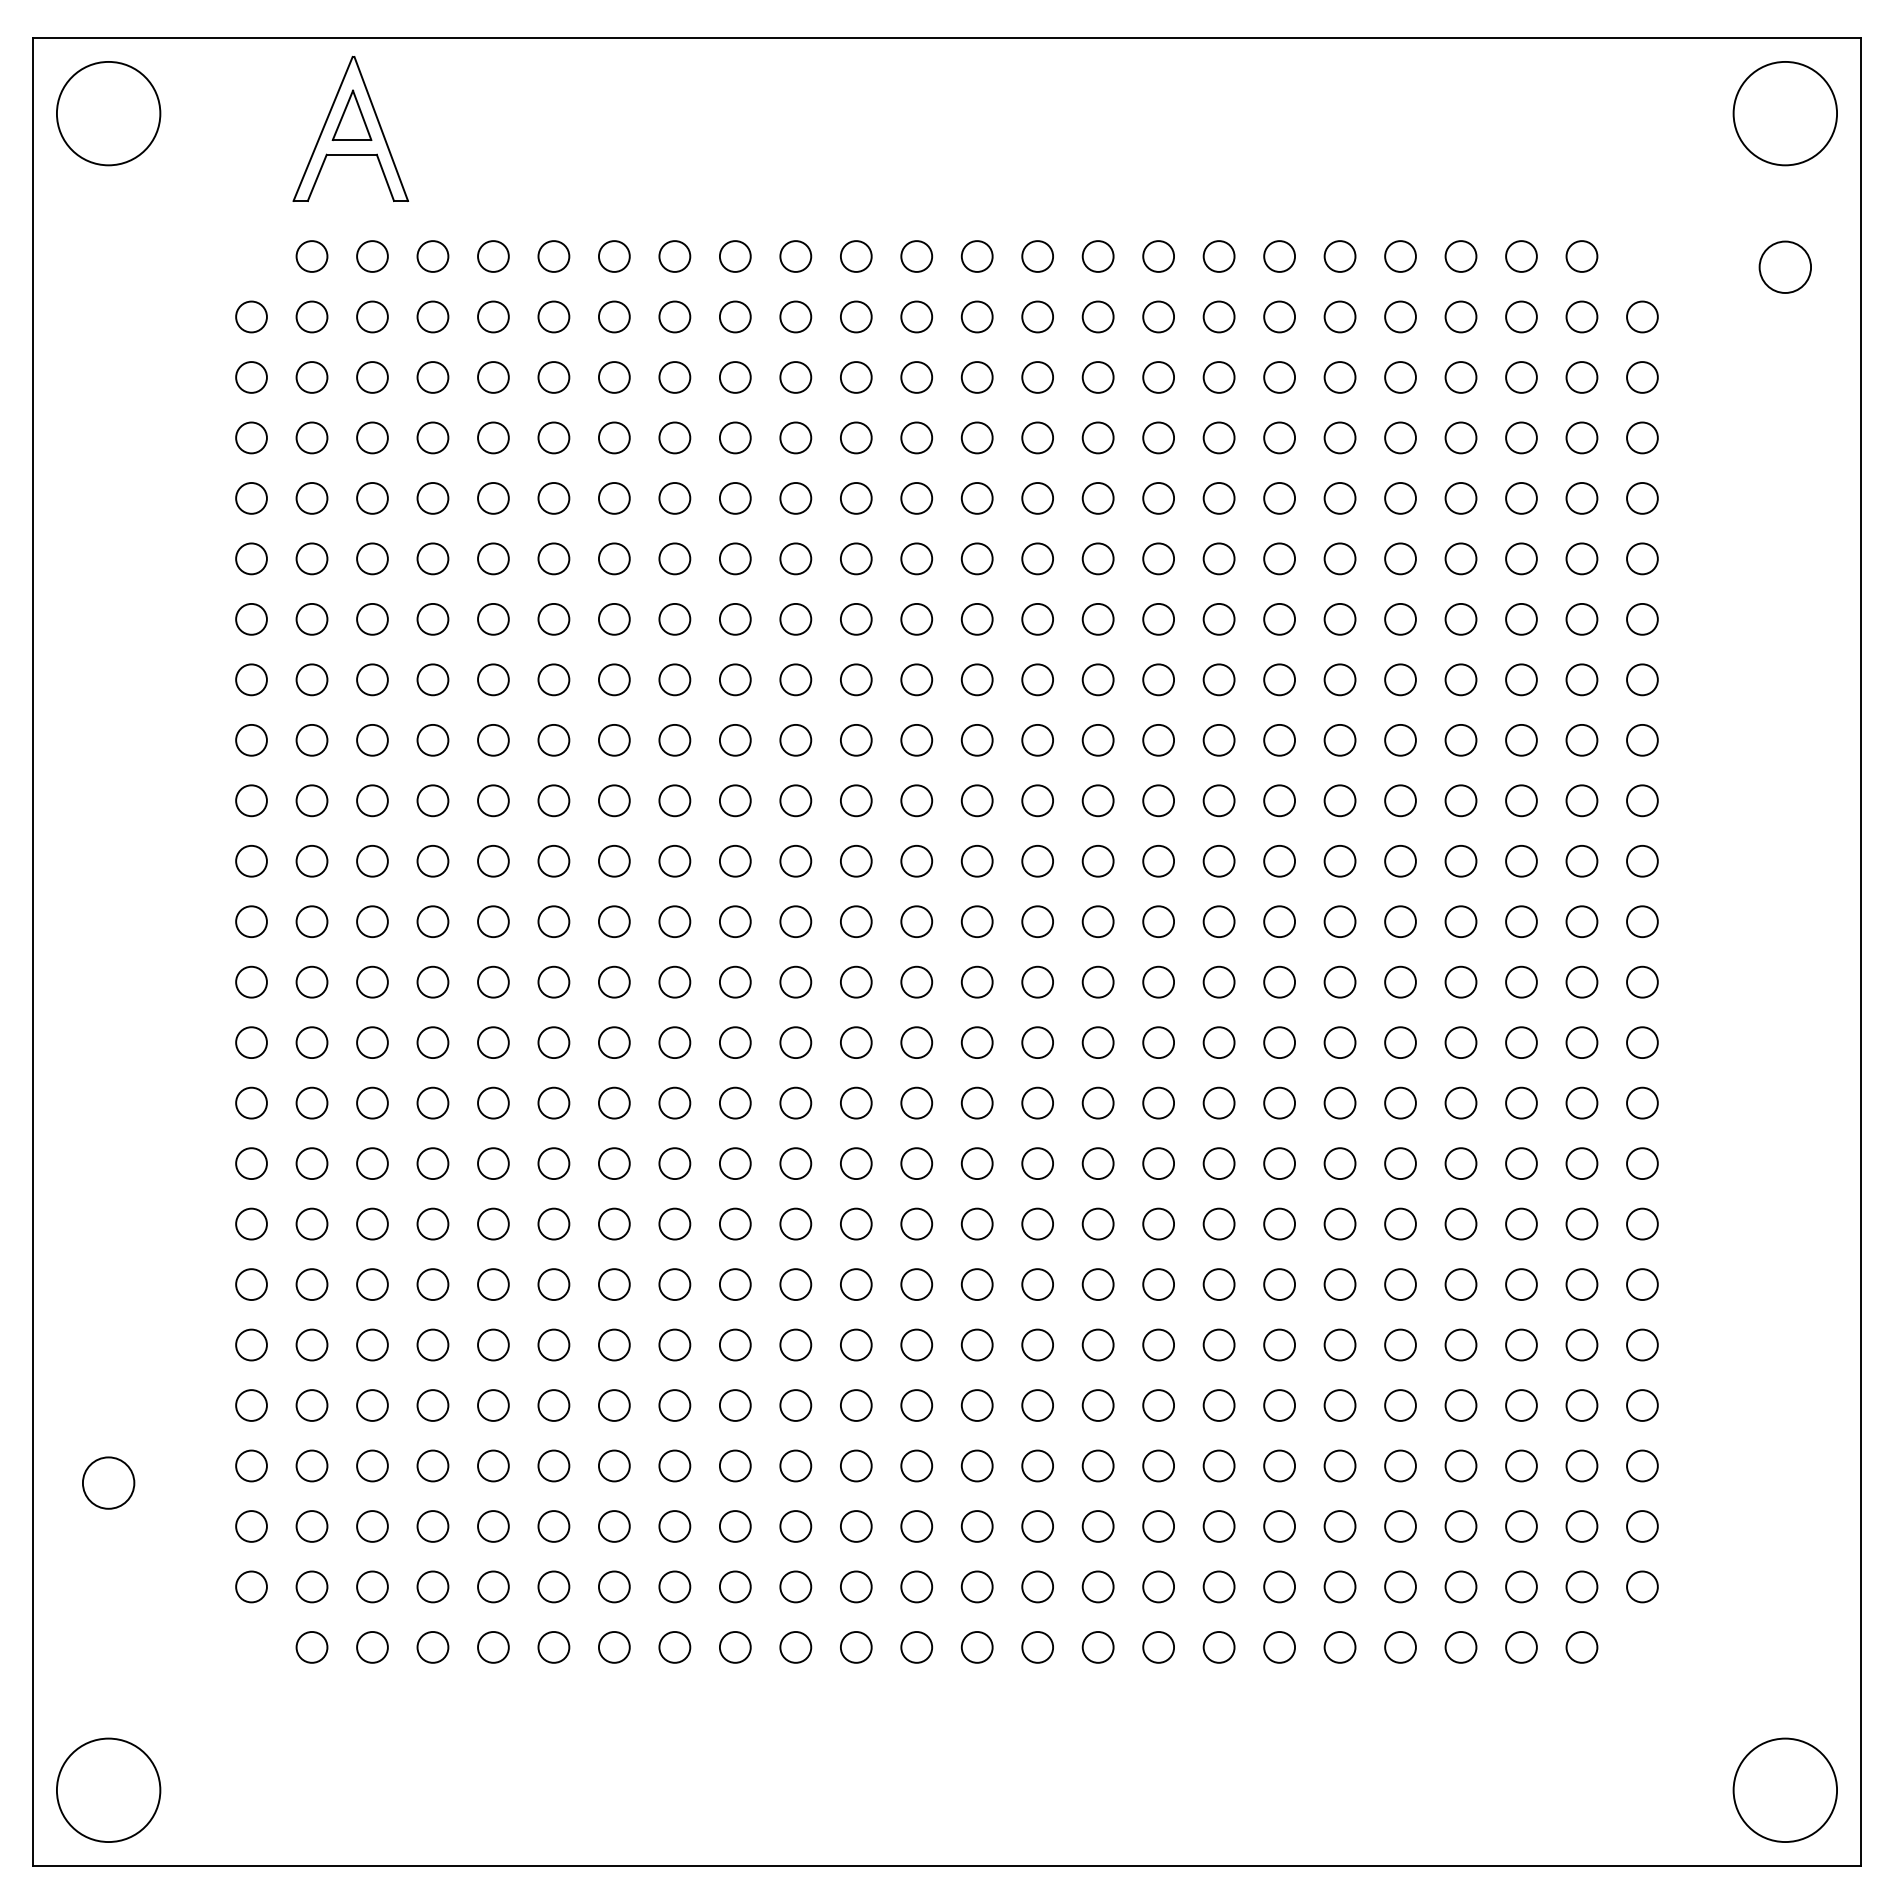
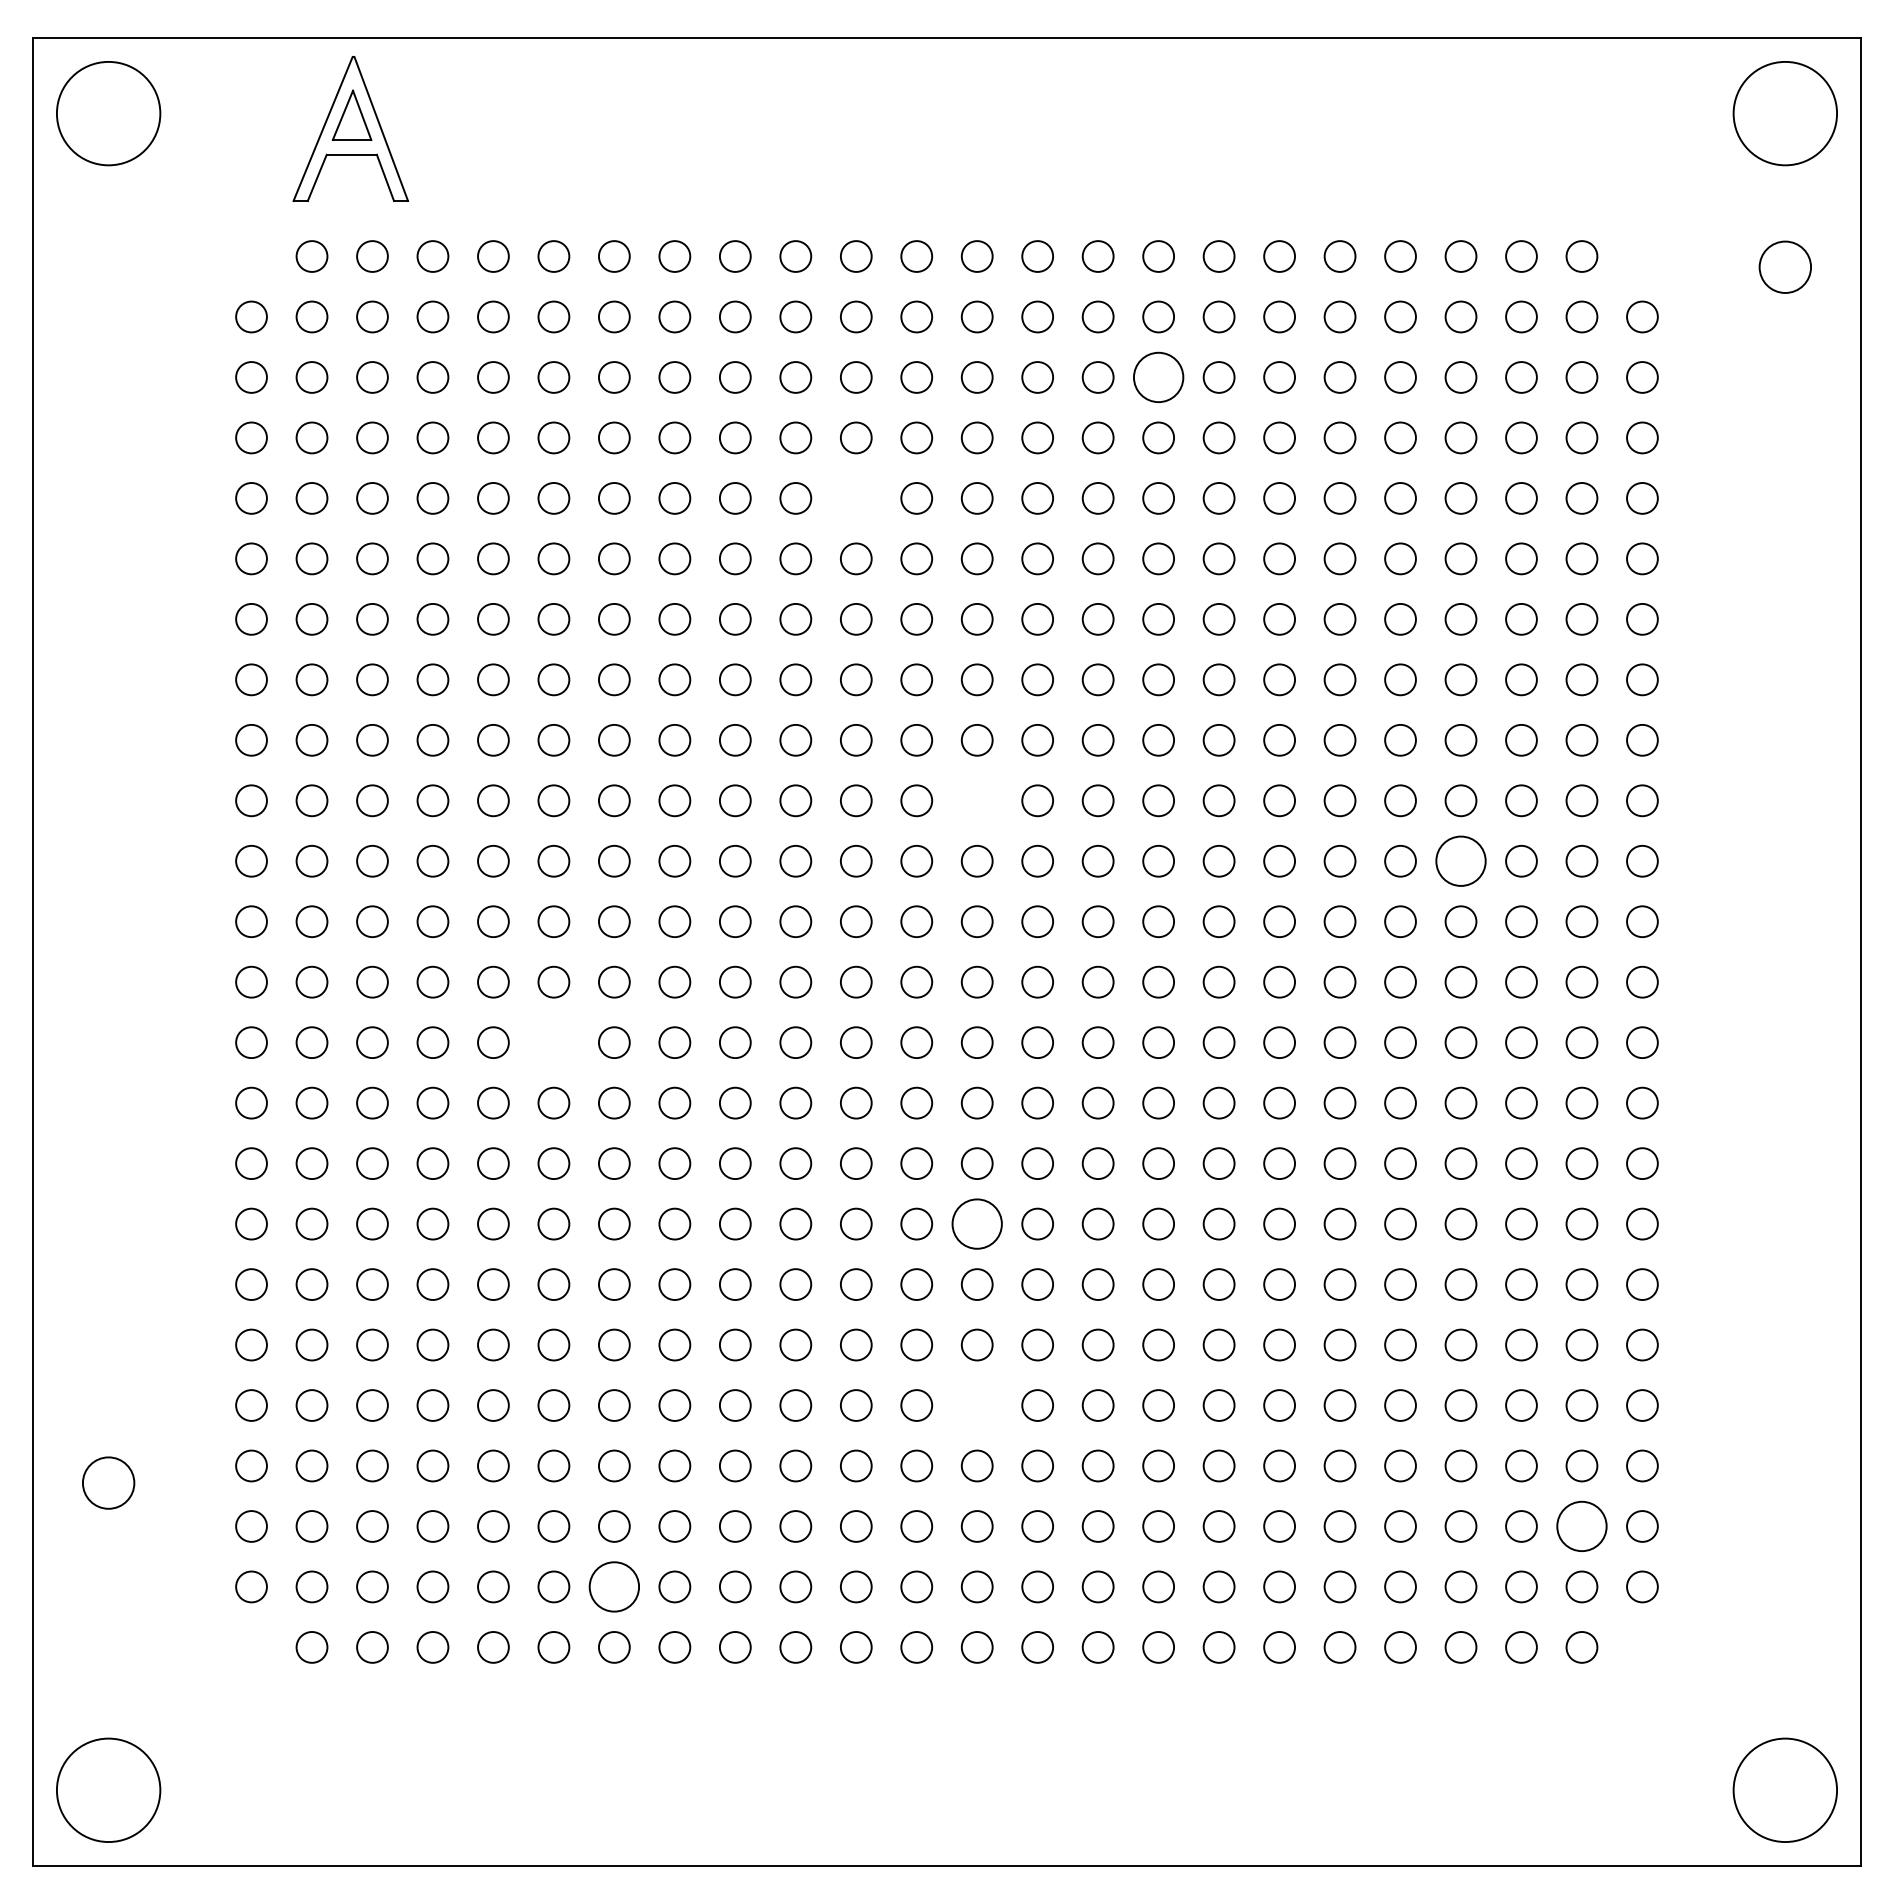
circle at (1158, 377) diameter: 31 px -> 49 px
circle at (856, 498): present -> none
circle at (976, 800): present -> none
circle at (1460, 860) diameter: 31 px -> 49 px
circle at (553, 1042): present -> none
circle at (976, 1223) diameter: 31 px -> 49 px
circle at (976, 1405): present -> none
circle at (1581, 1526) diameter: 31 px -> 49 px
circle at (613, 1586) diameter: 31 px -> 49 px
